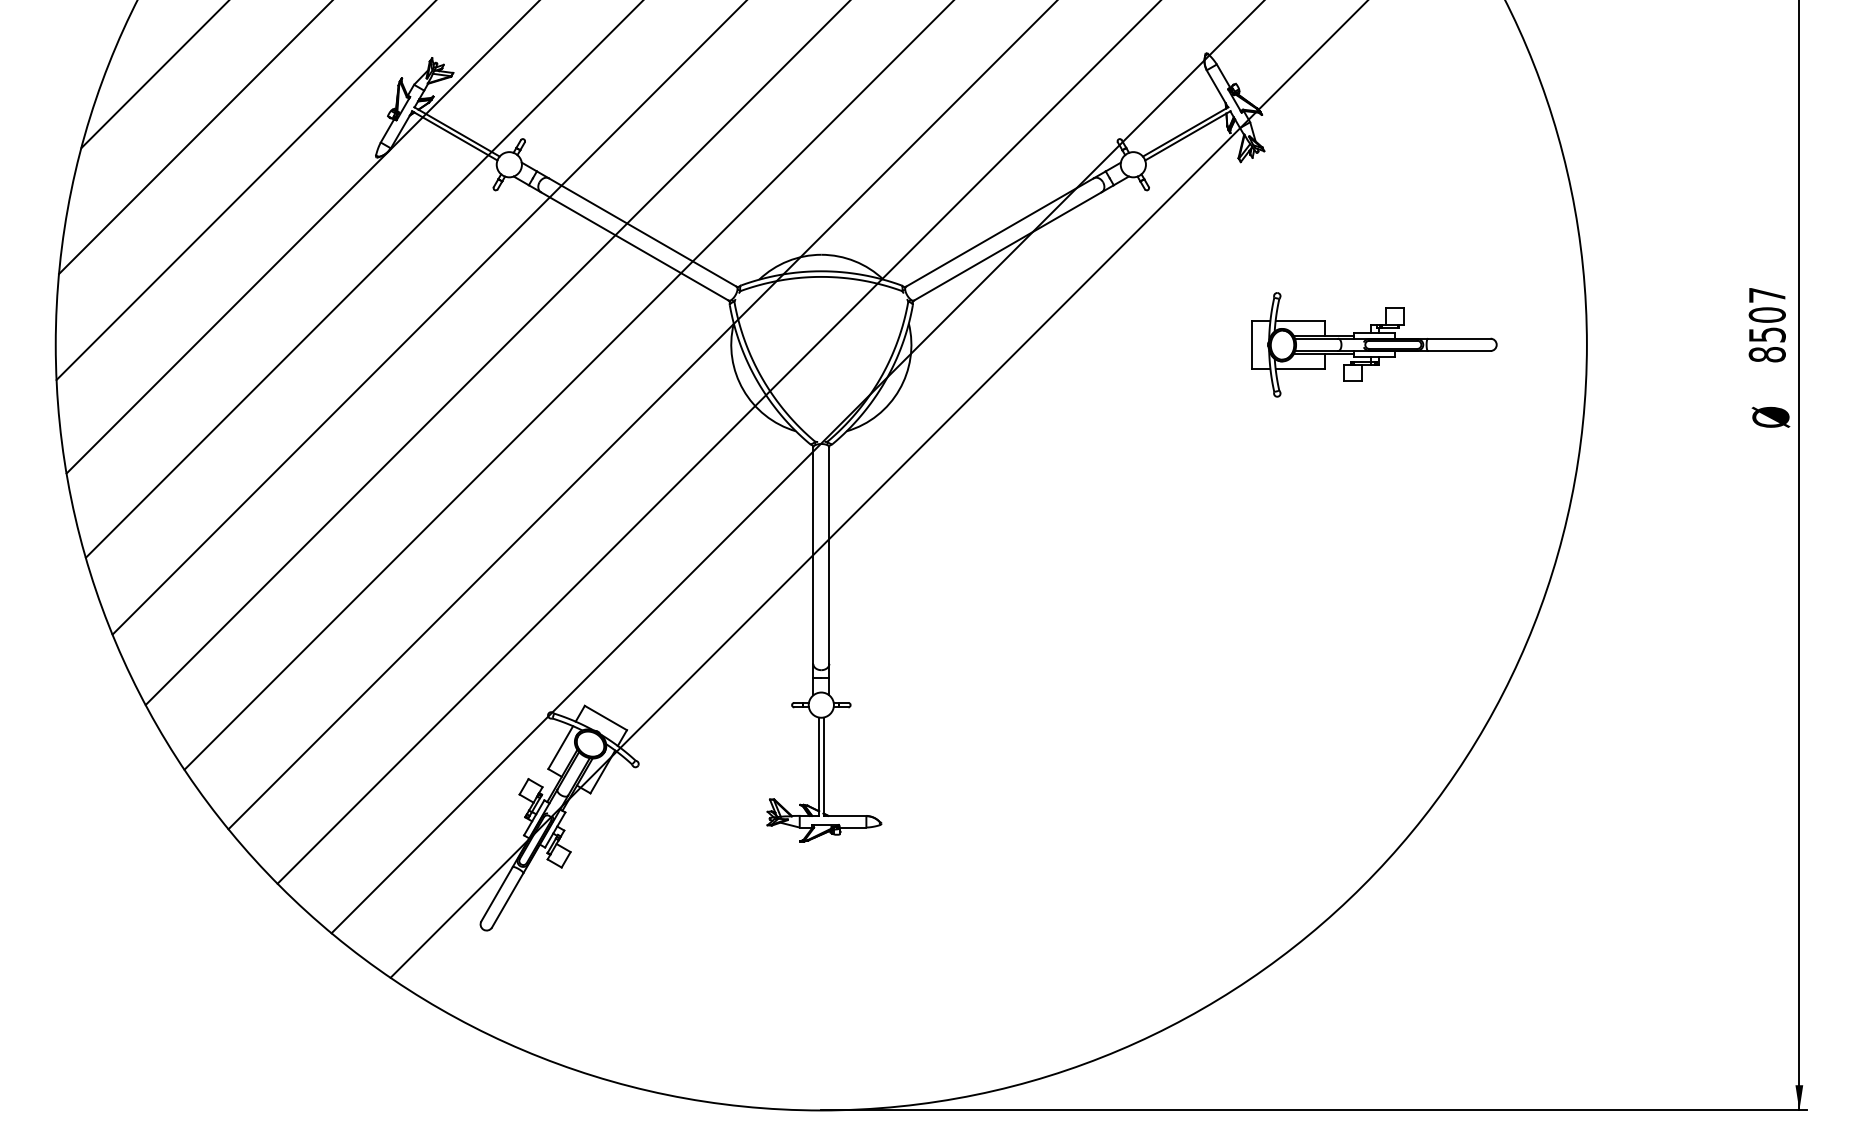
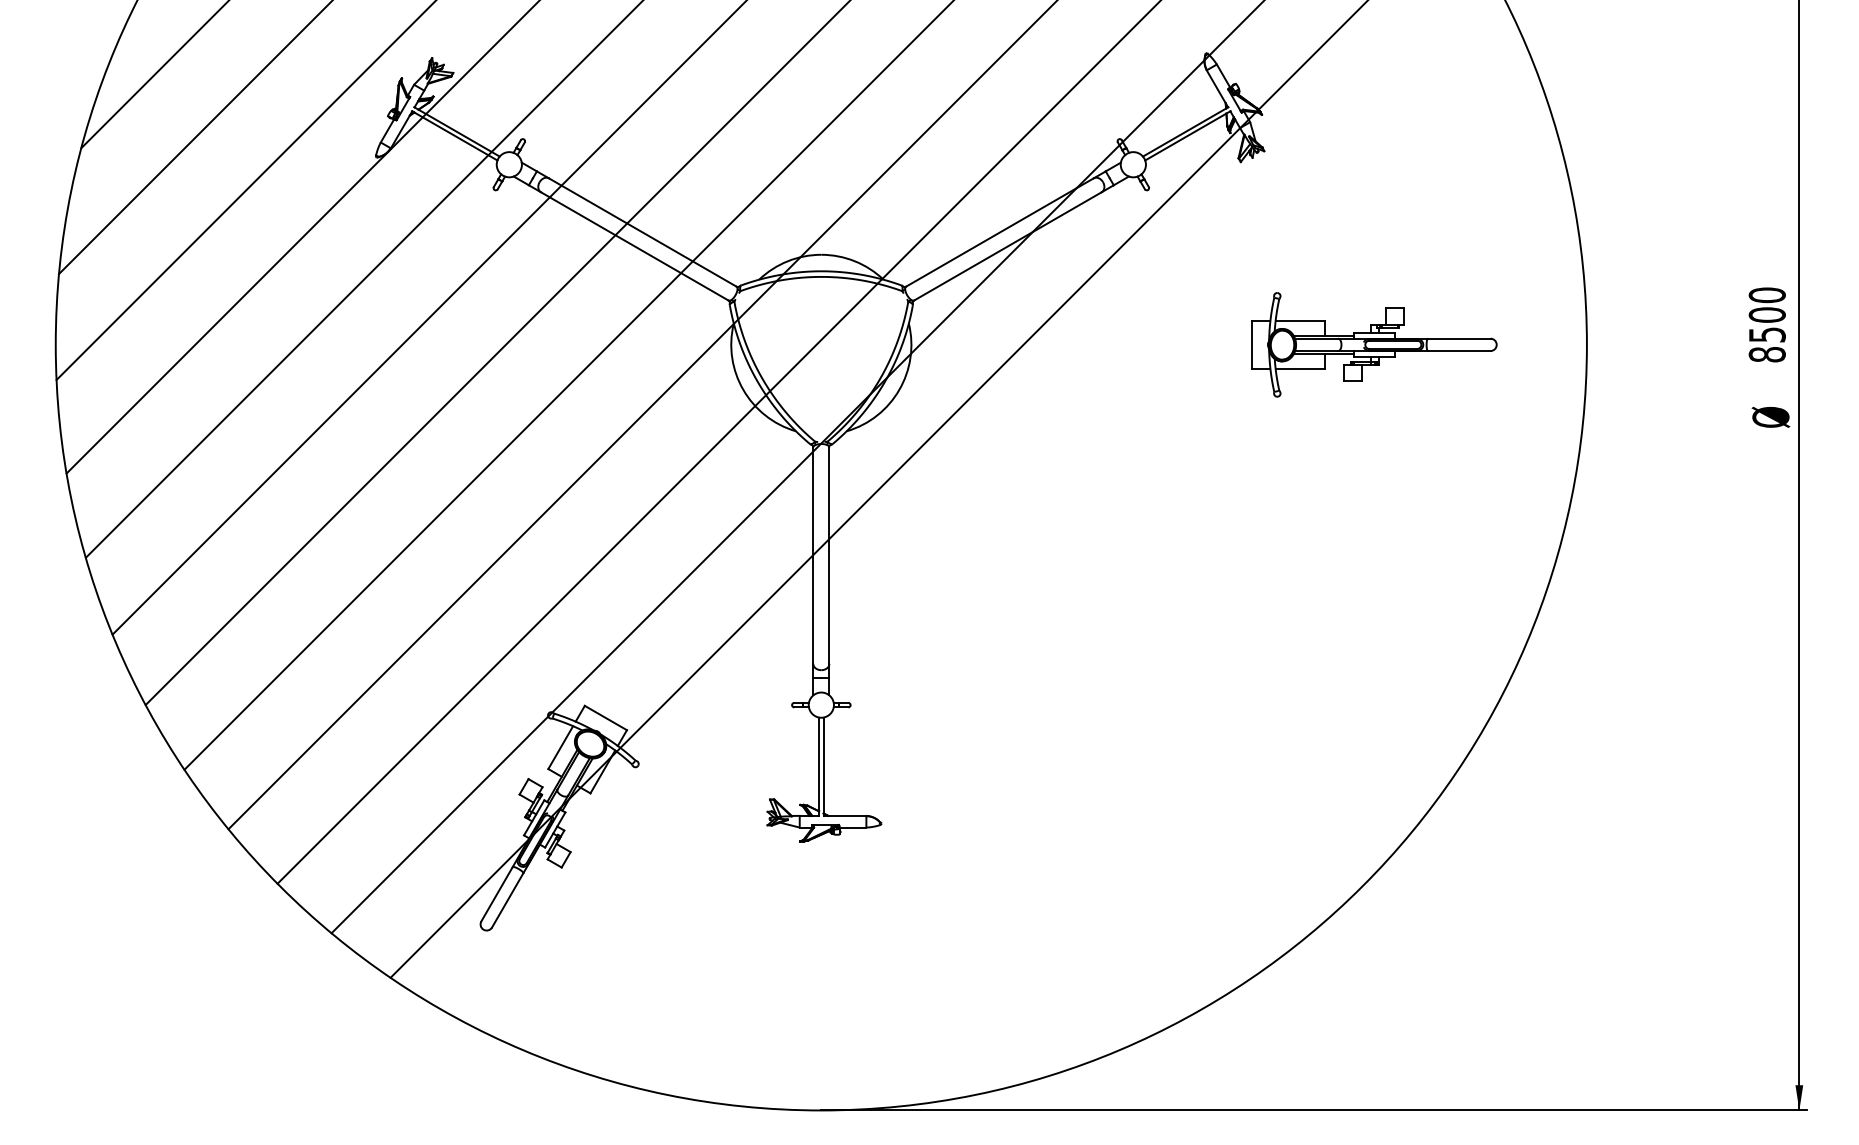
text at (1766, 295): 8507 -> 8500
